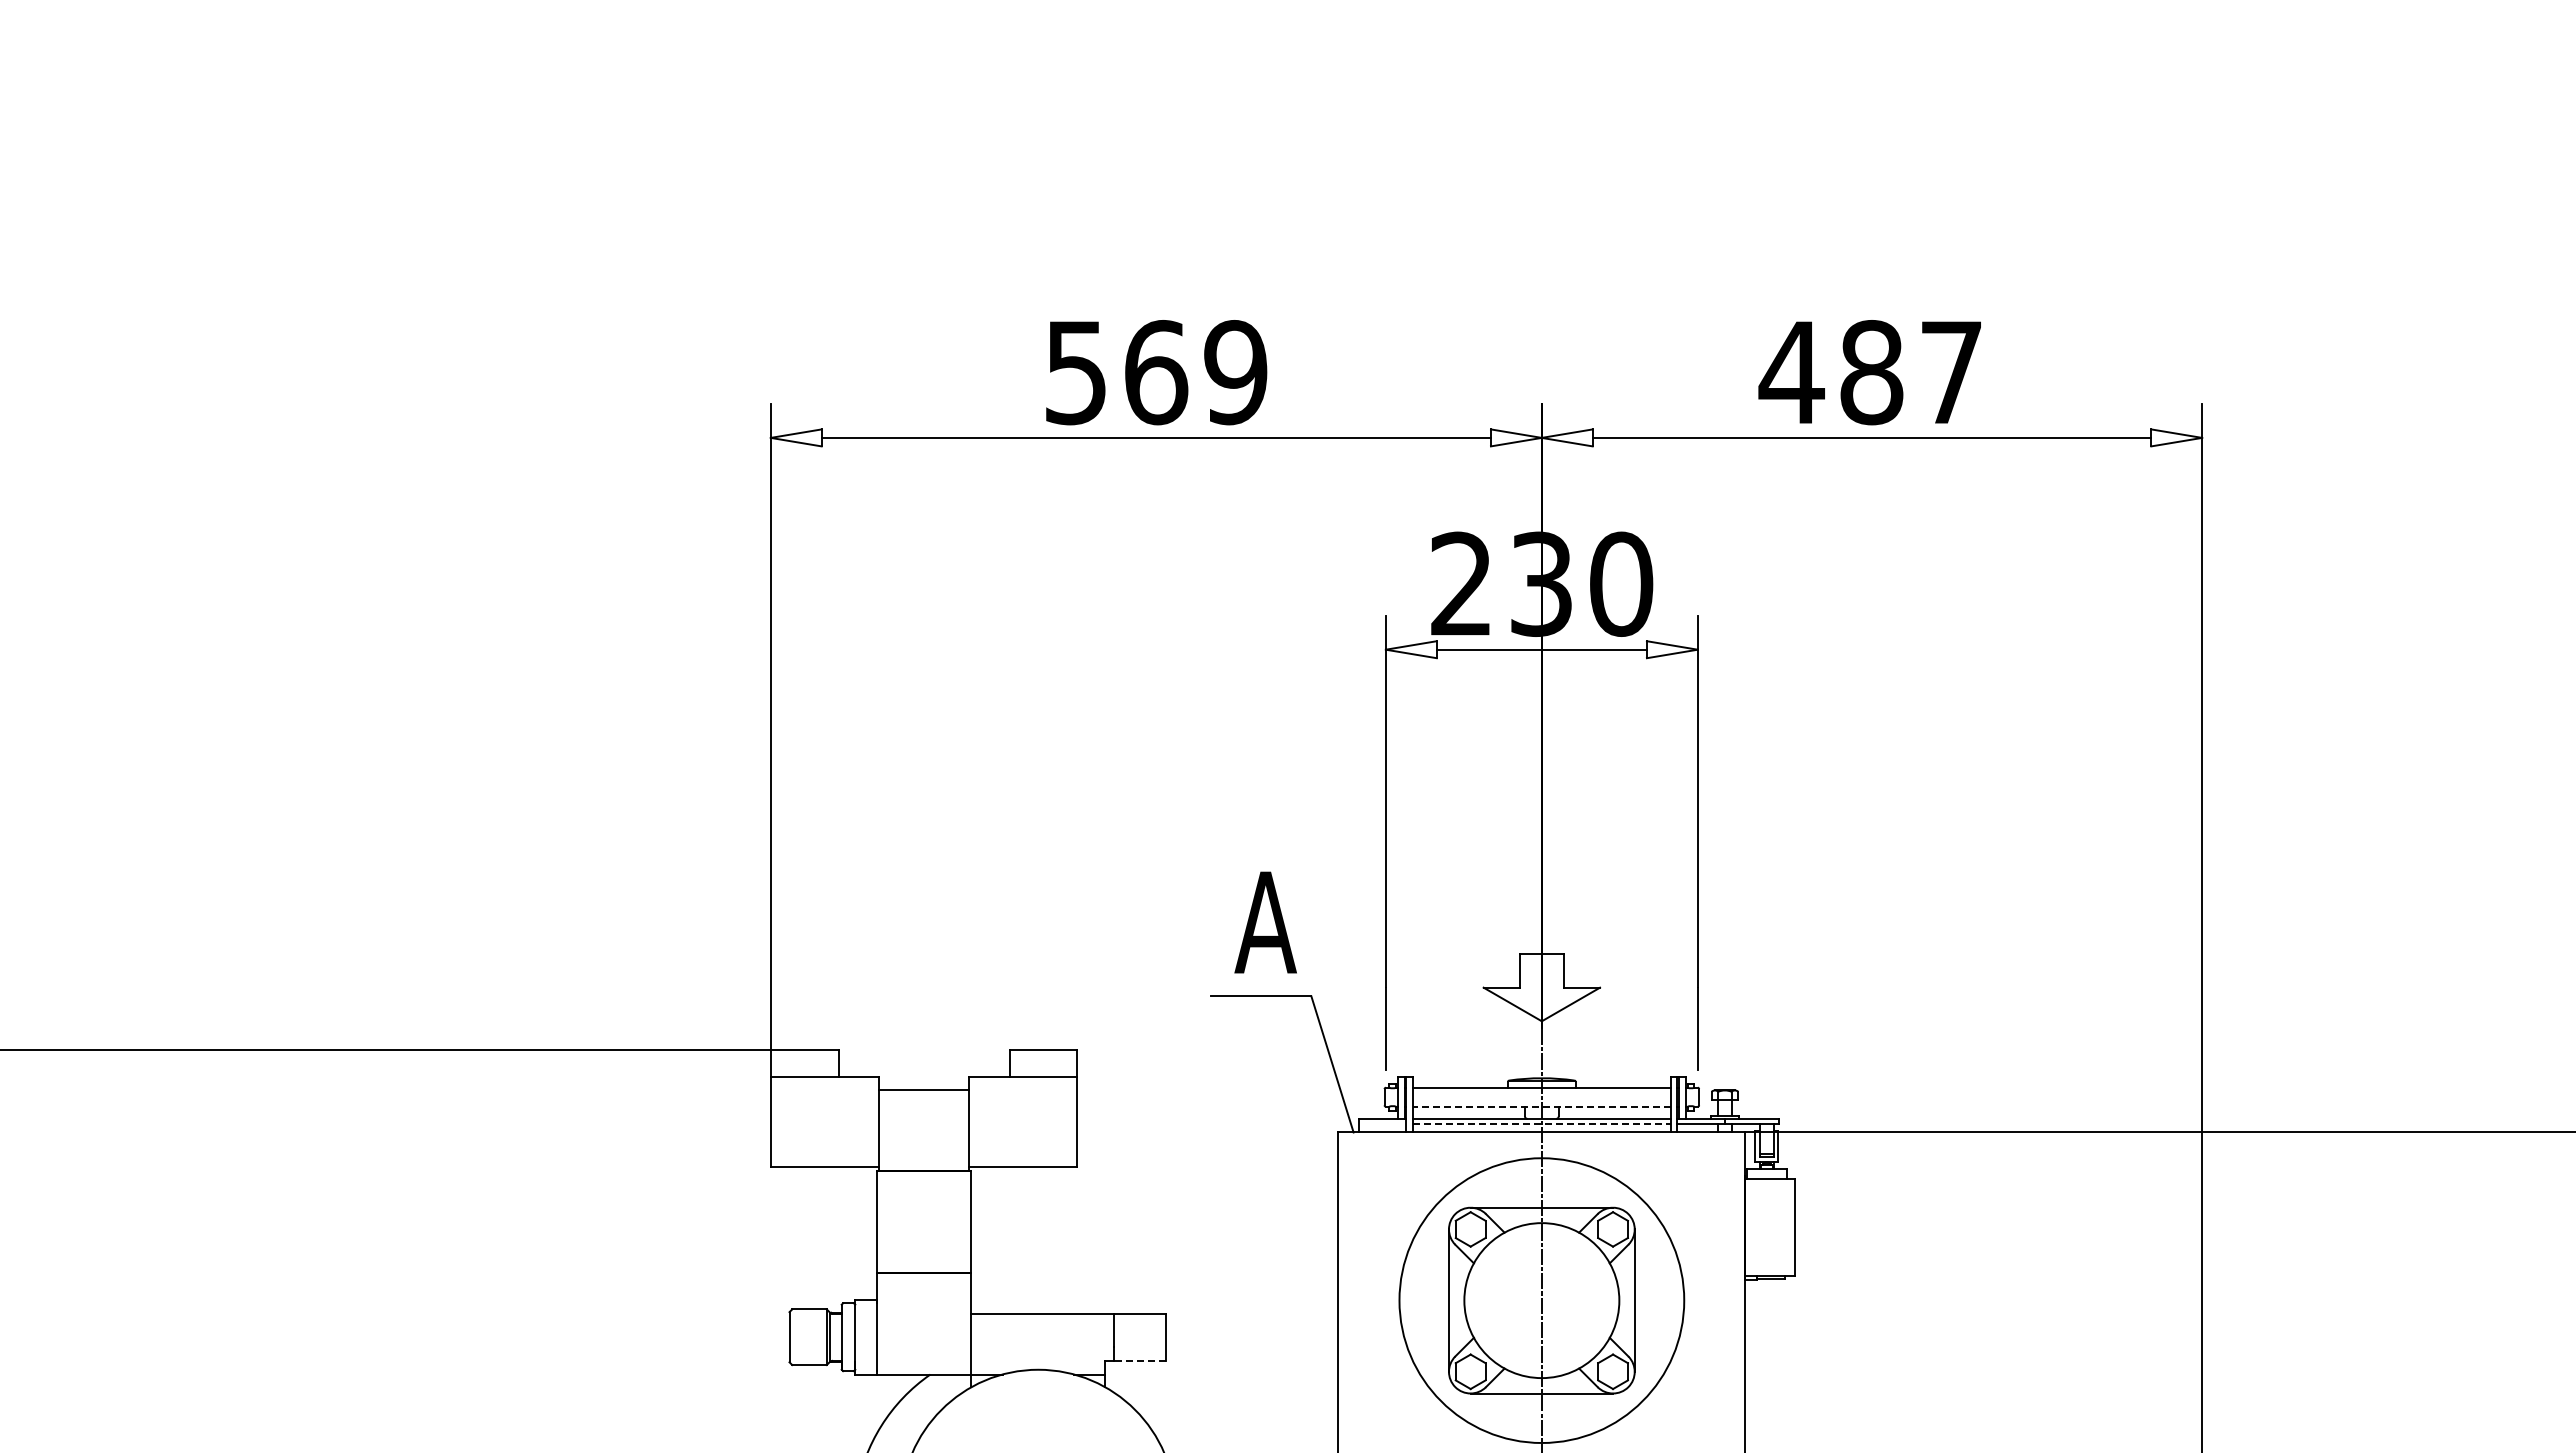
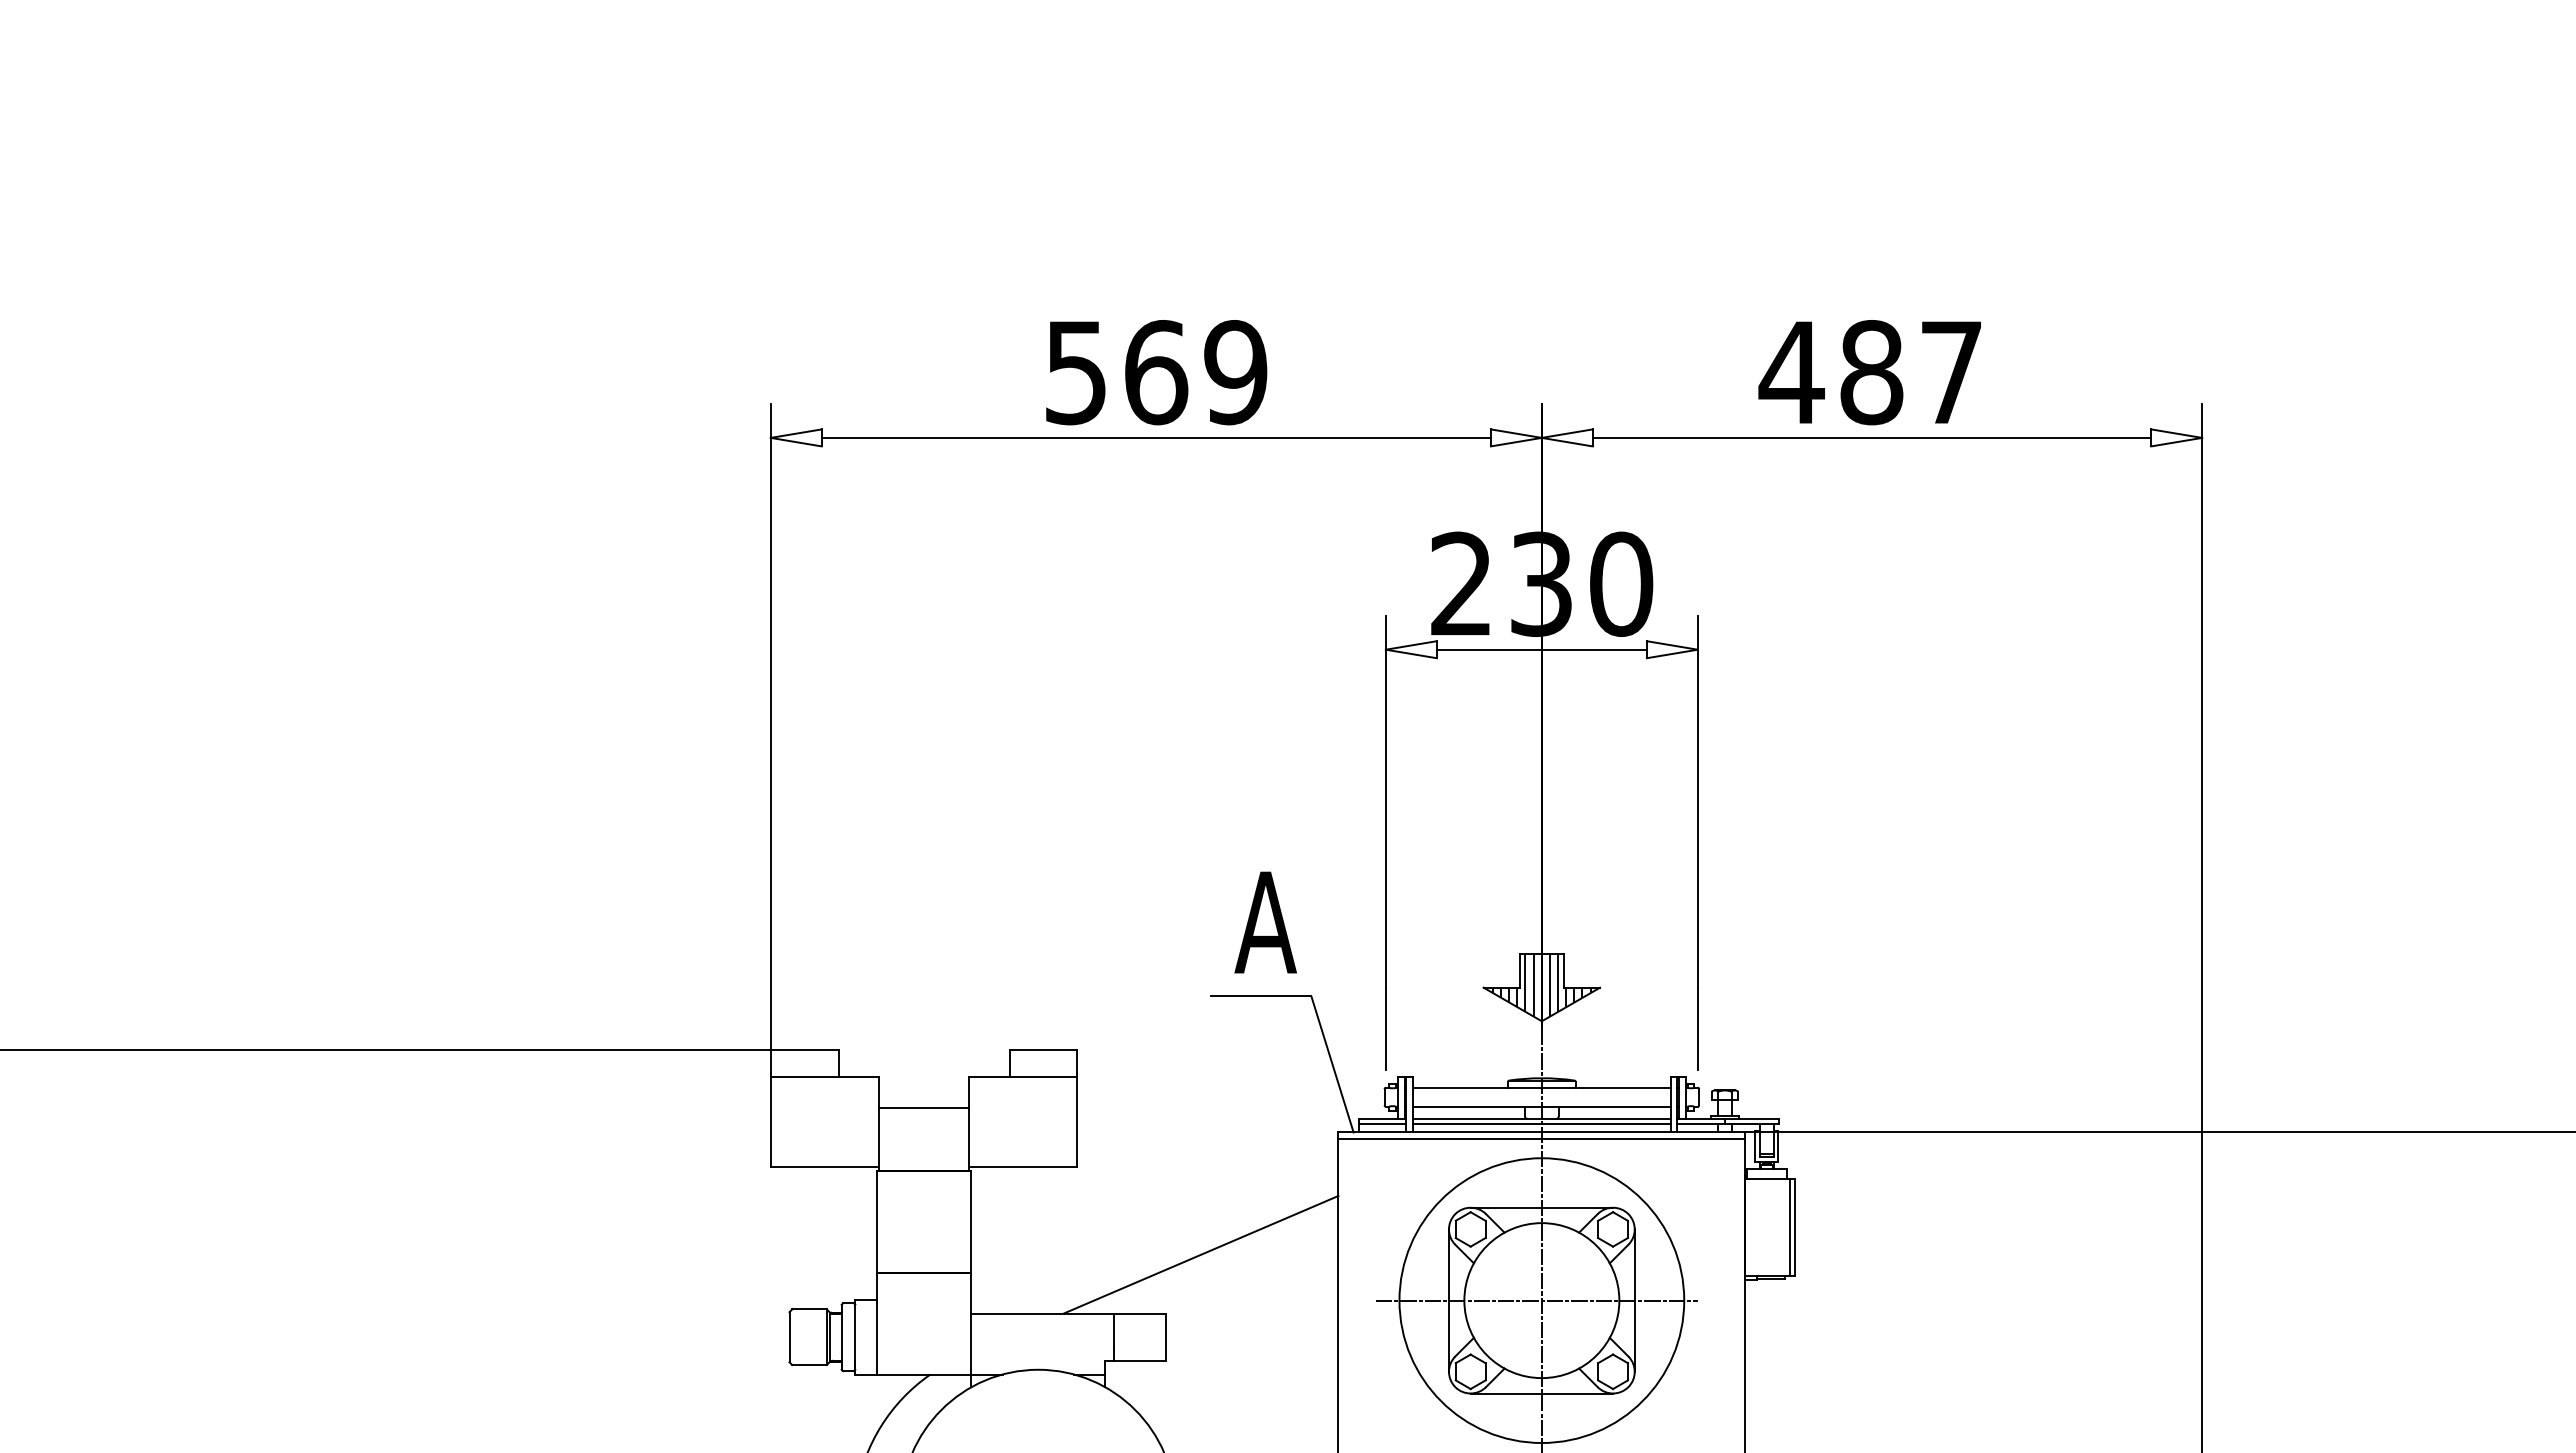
hatch at (1541, 987): none -> present
line at (923, 1090) position: (923, 1090) -> (923, 1108)
line at (1541, 1106): dashed -> solid
line at (1382, 1124): none -> present
line at (1541, 1124): dashed -> solid
line at (1541, 1139): none -> present
line at (1790, 1227): none -> present
line at (1200, 1254): none -> present
line at (1536, 1300): none -> present
line at (1139, 1360): dashed -> solid
